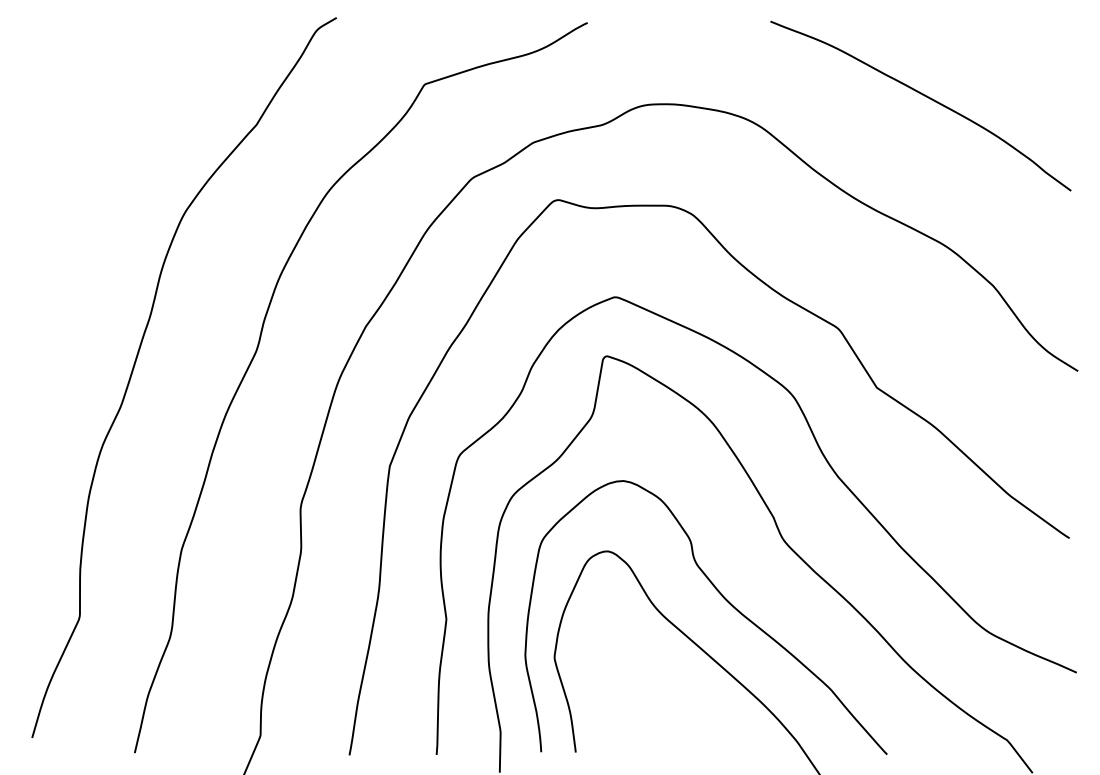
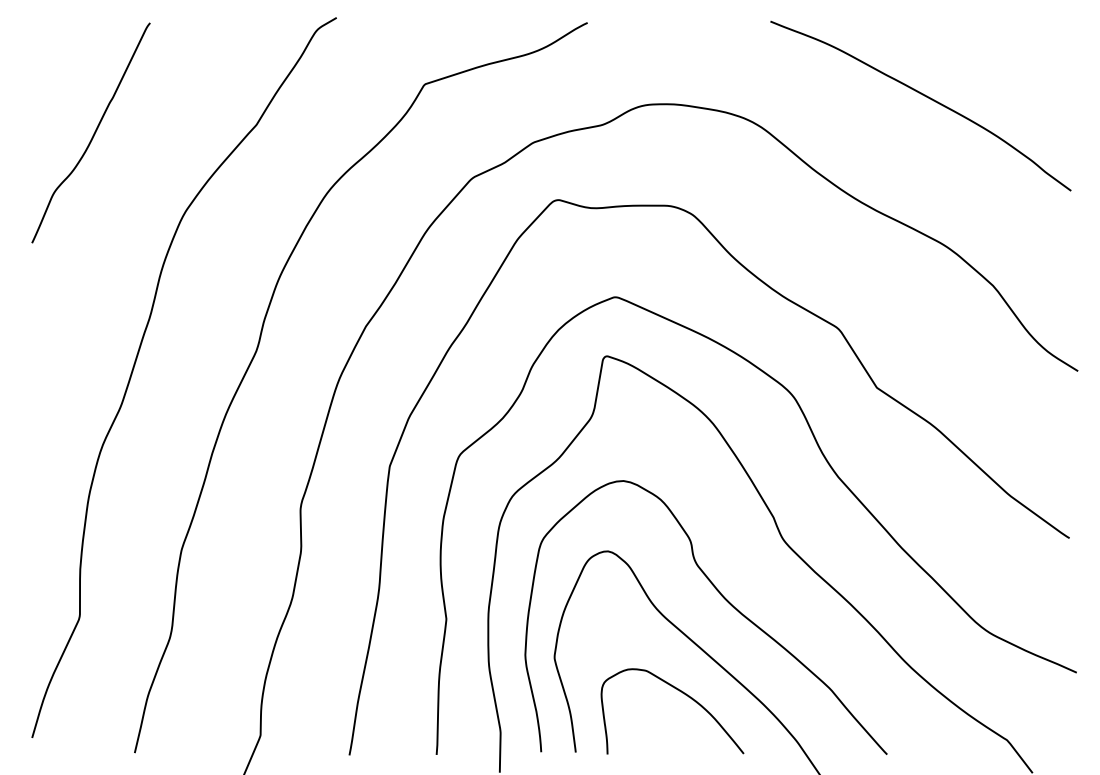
curve at (93, 133): none -> present
curve at (682, 693): none -> present
